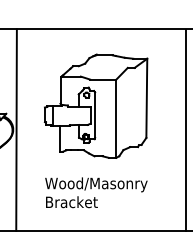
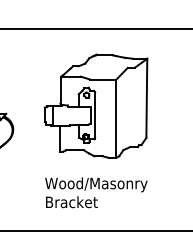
line at (16, 129): present -> none
line at (186, 129): present -> none
